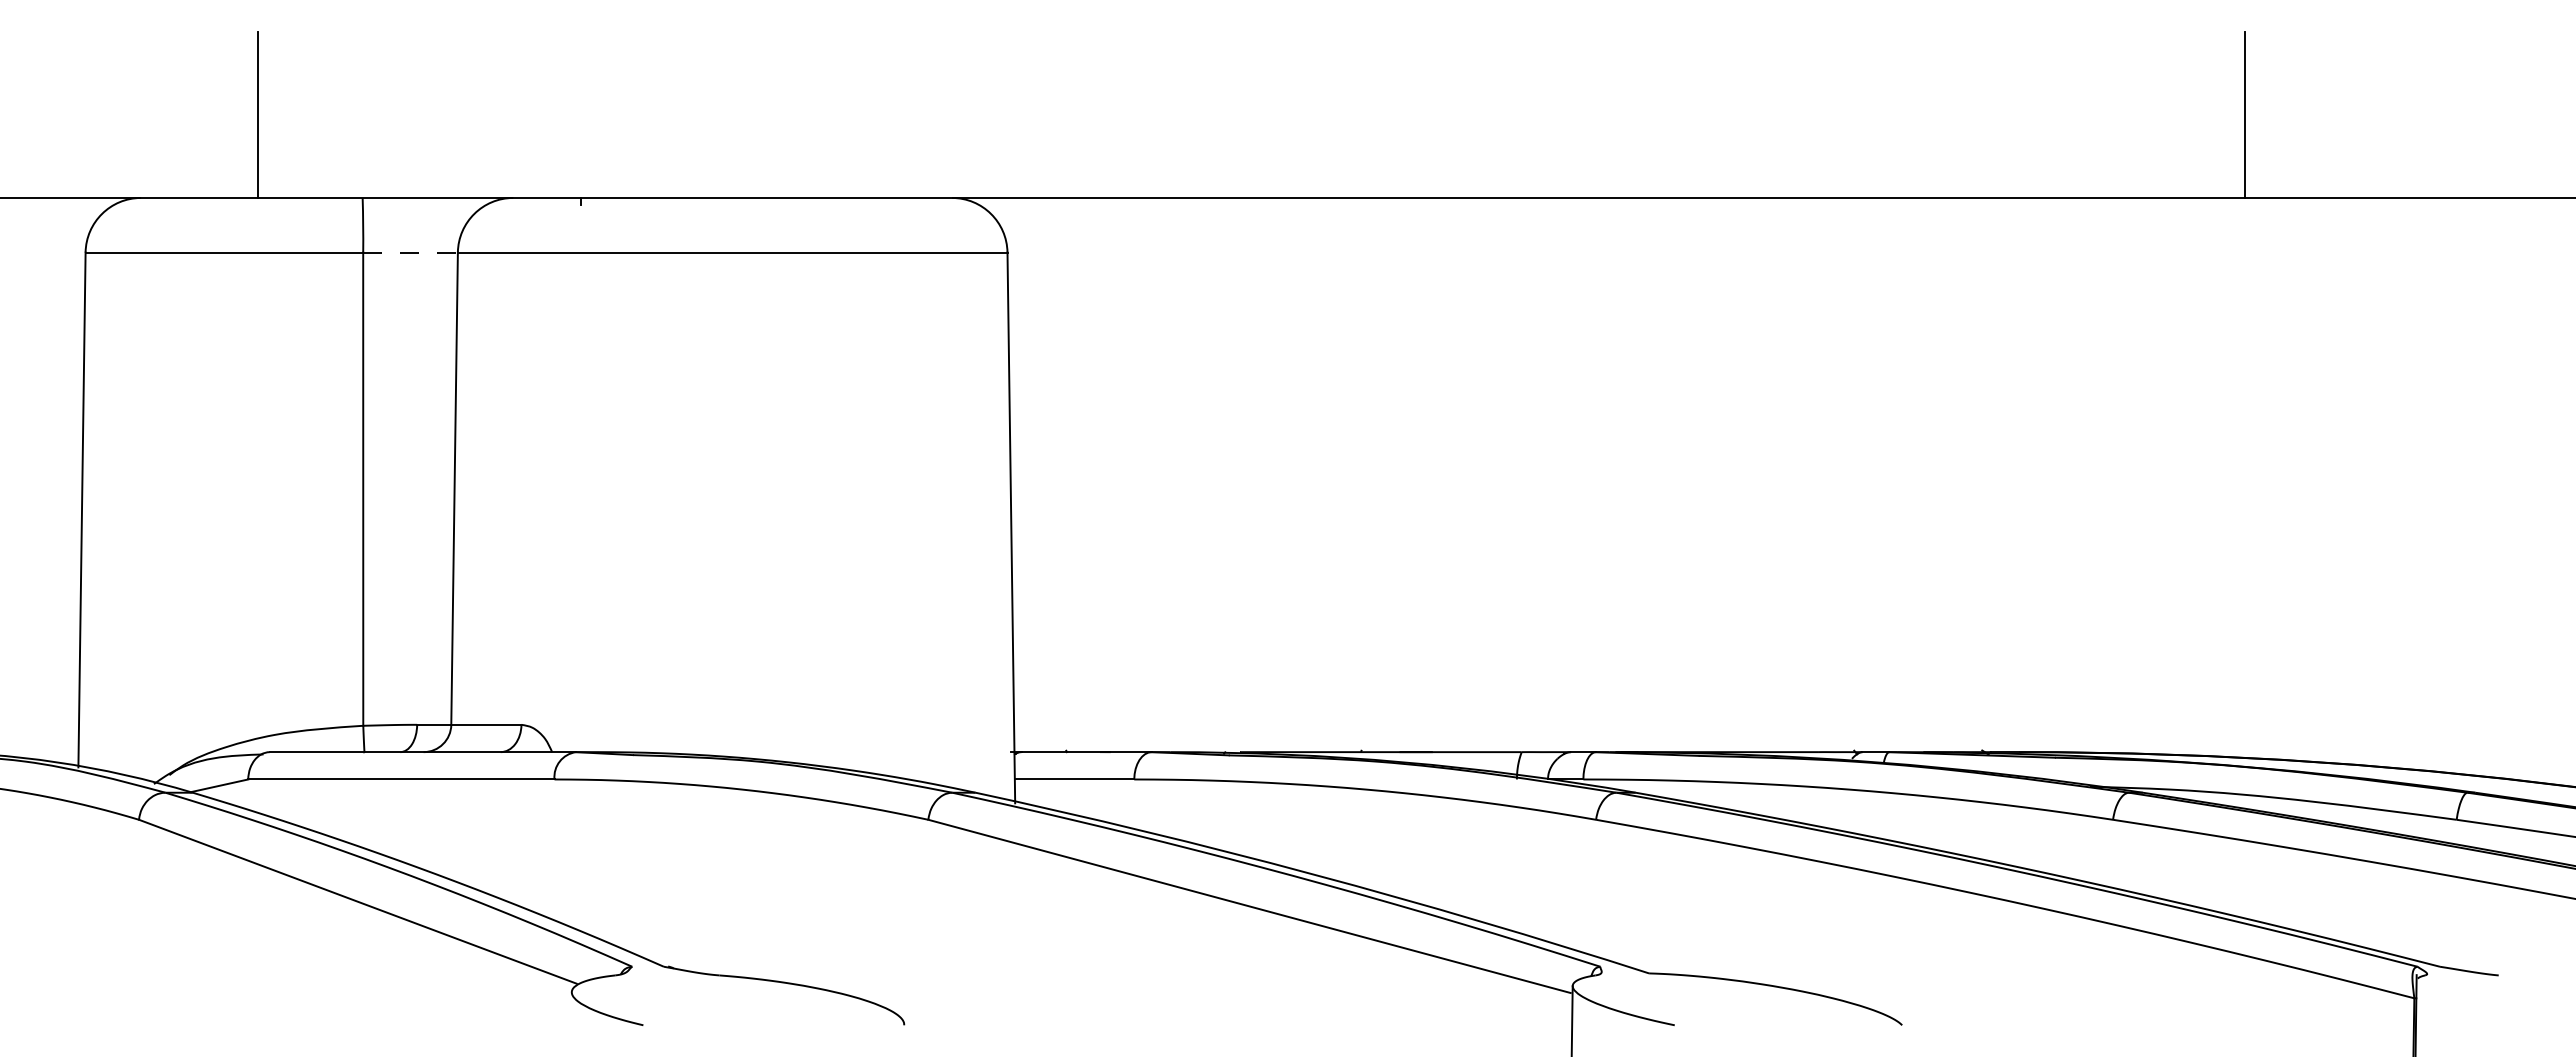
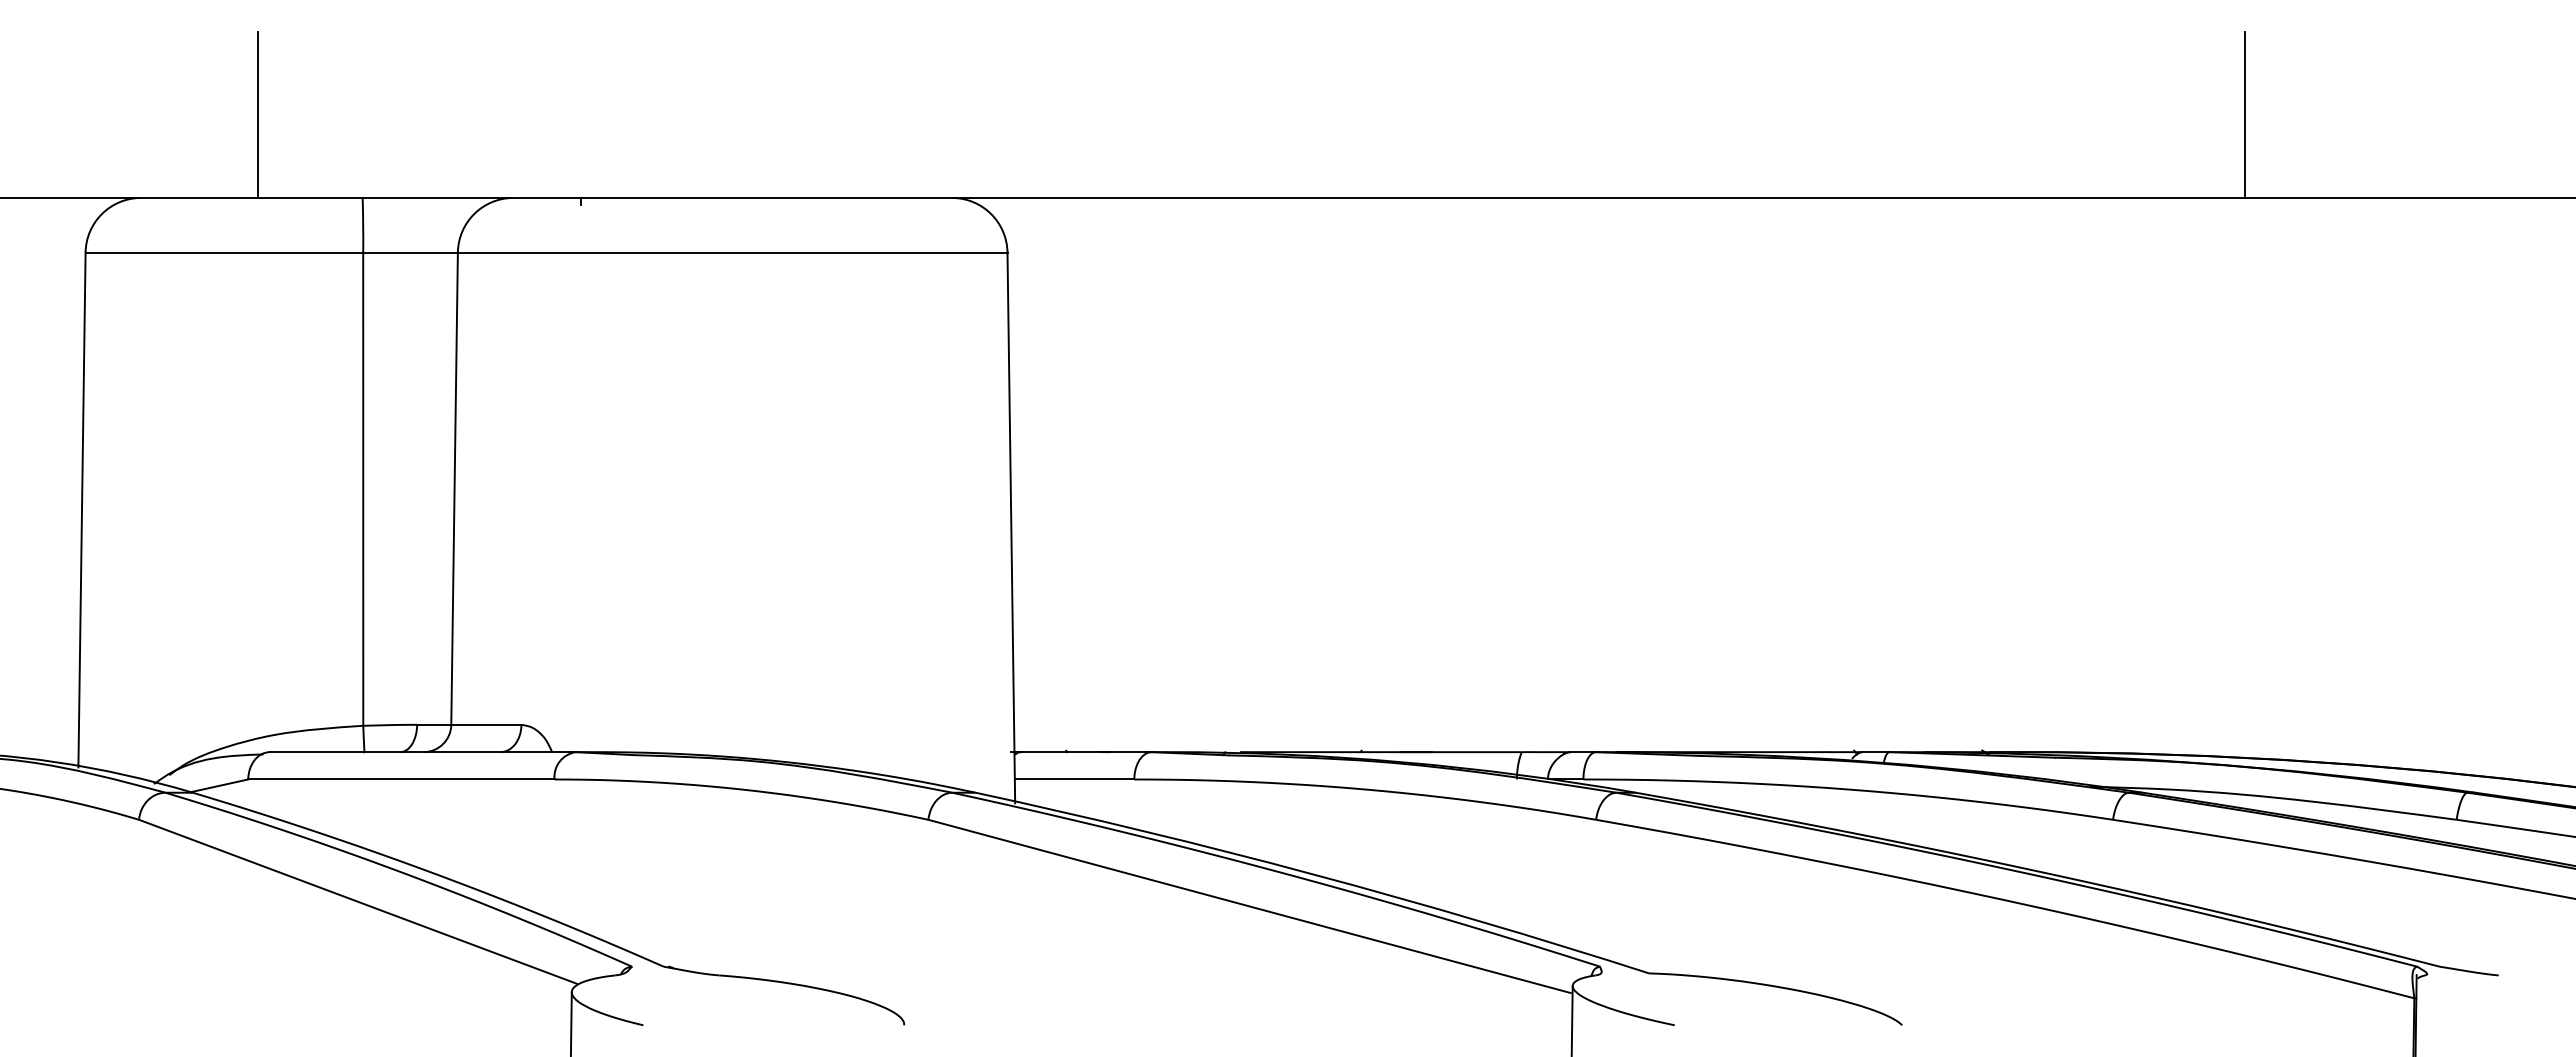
line at (411, 252): dashed -> solid
line at (570, 1022): none -> present
